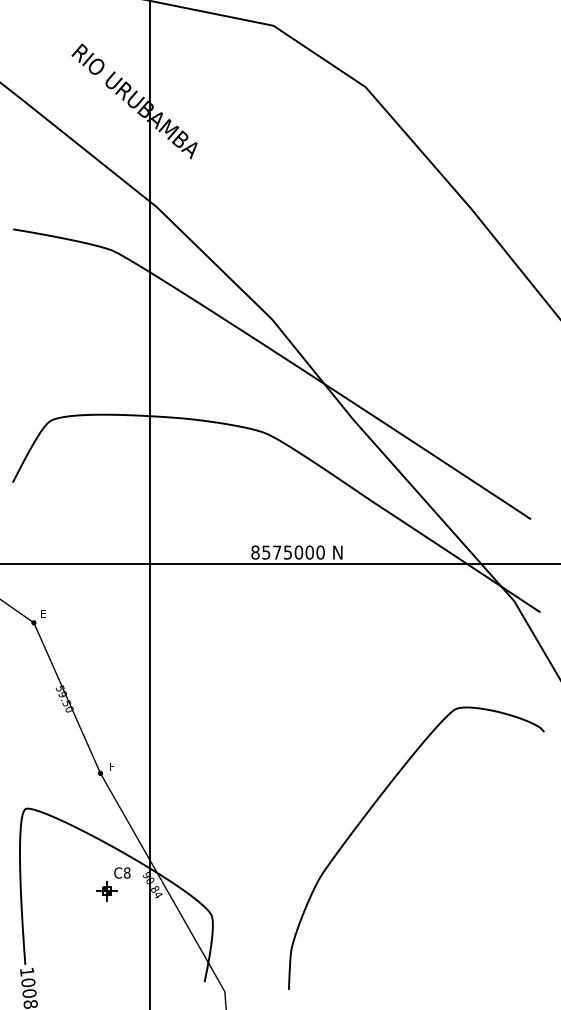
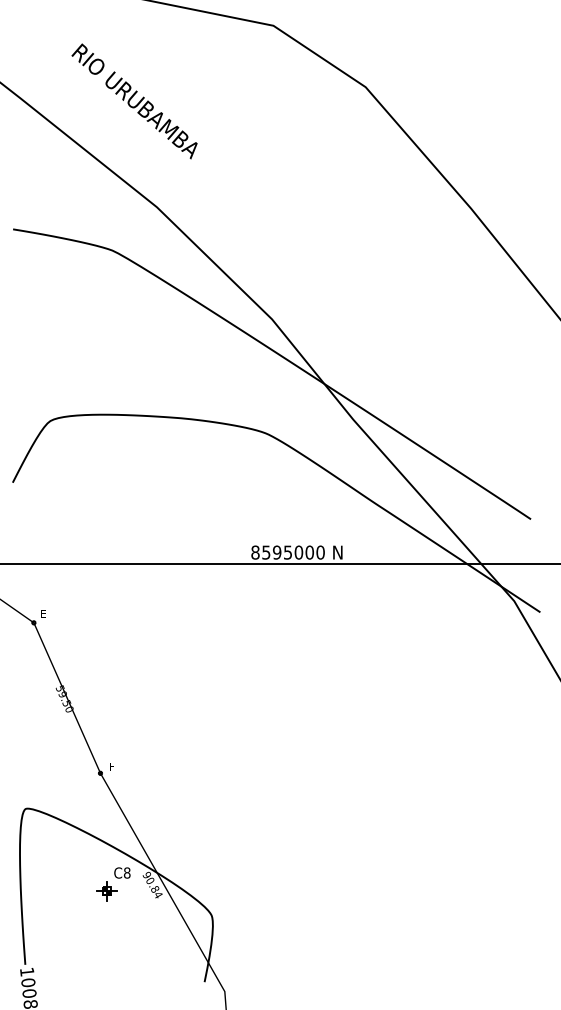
line at (150, 504): present -> none
text at (277, 552): 8575000 -> 8595000
curve at (368, 813): present -> none
